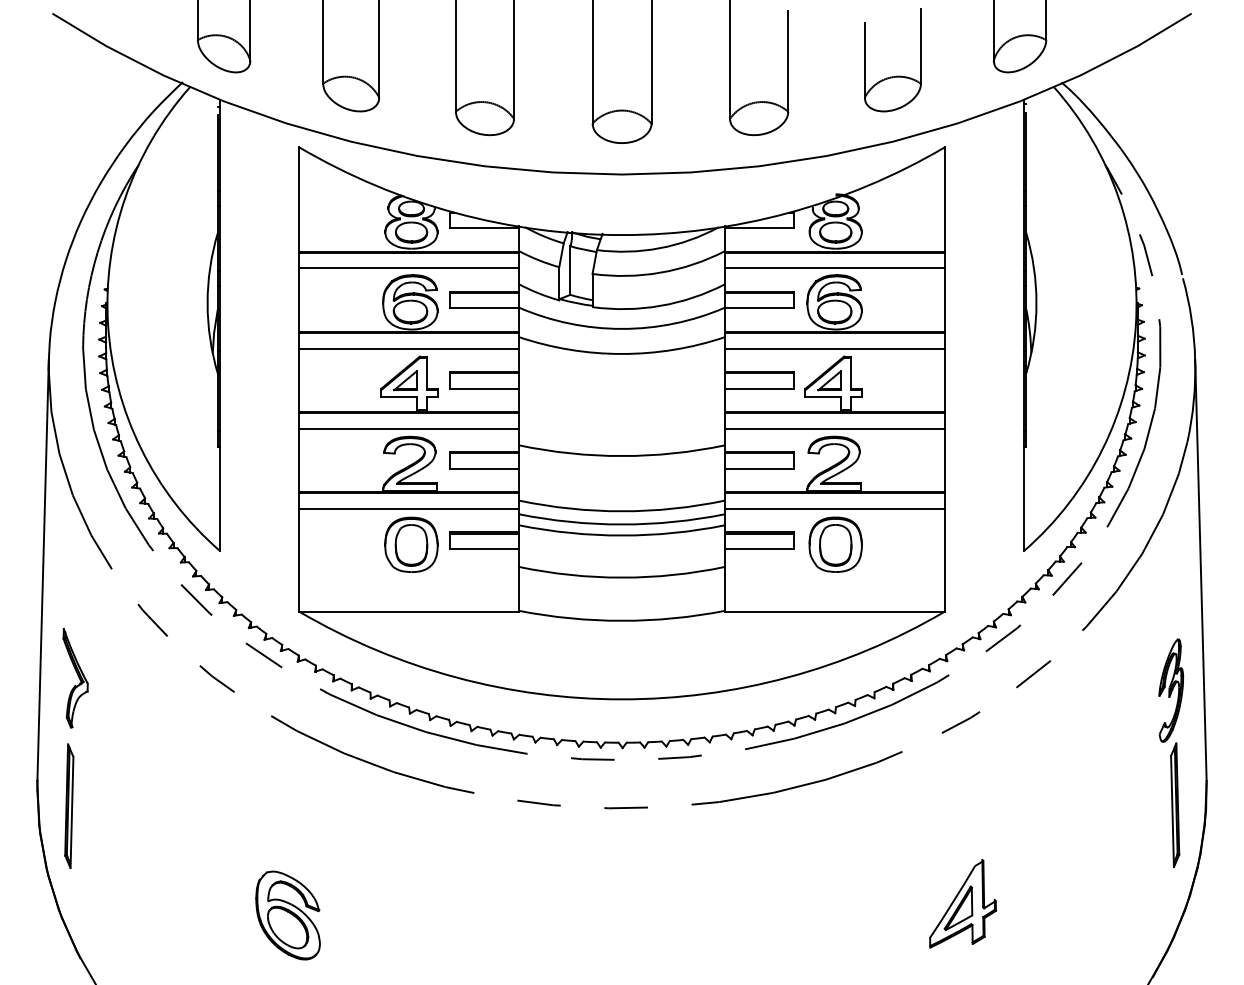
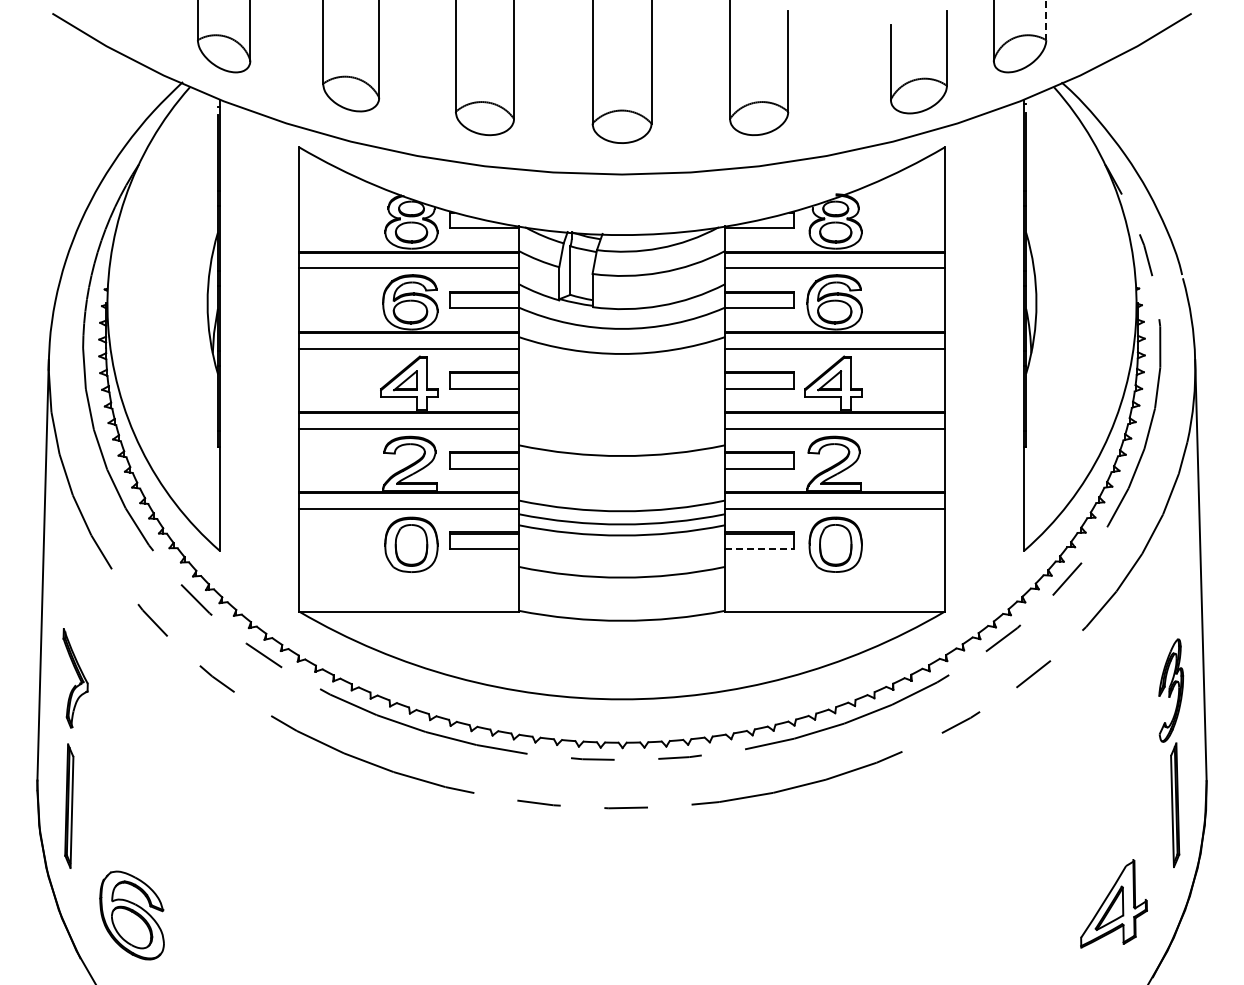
line at (1046, 20): solid -> dashed
part at (896, 75) position: (896, 75) -> (922, 77)
line at (760, 549): solid -> dashed
part at (962, 903) position: (962, 903) -> (1113, 903)
part at (287, 915) position: (287, 915) -> (131, 915)
